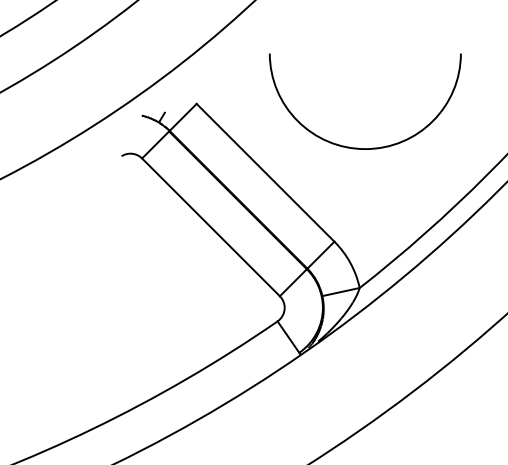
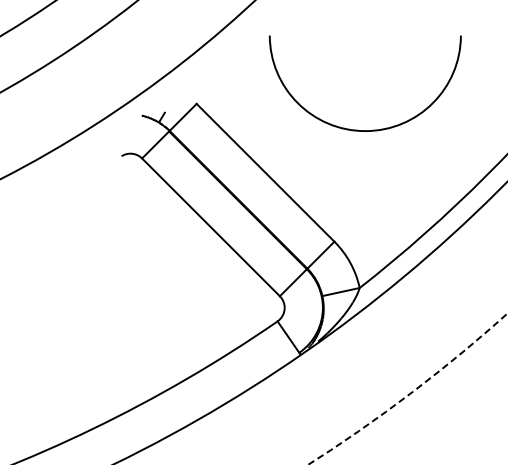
arc at (358, 147) position: (358, 147) -> (358, 129)
arc at (412, 392): solid -> dashed
